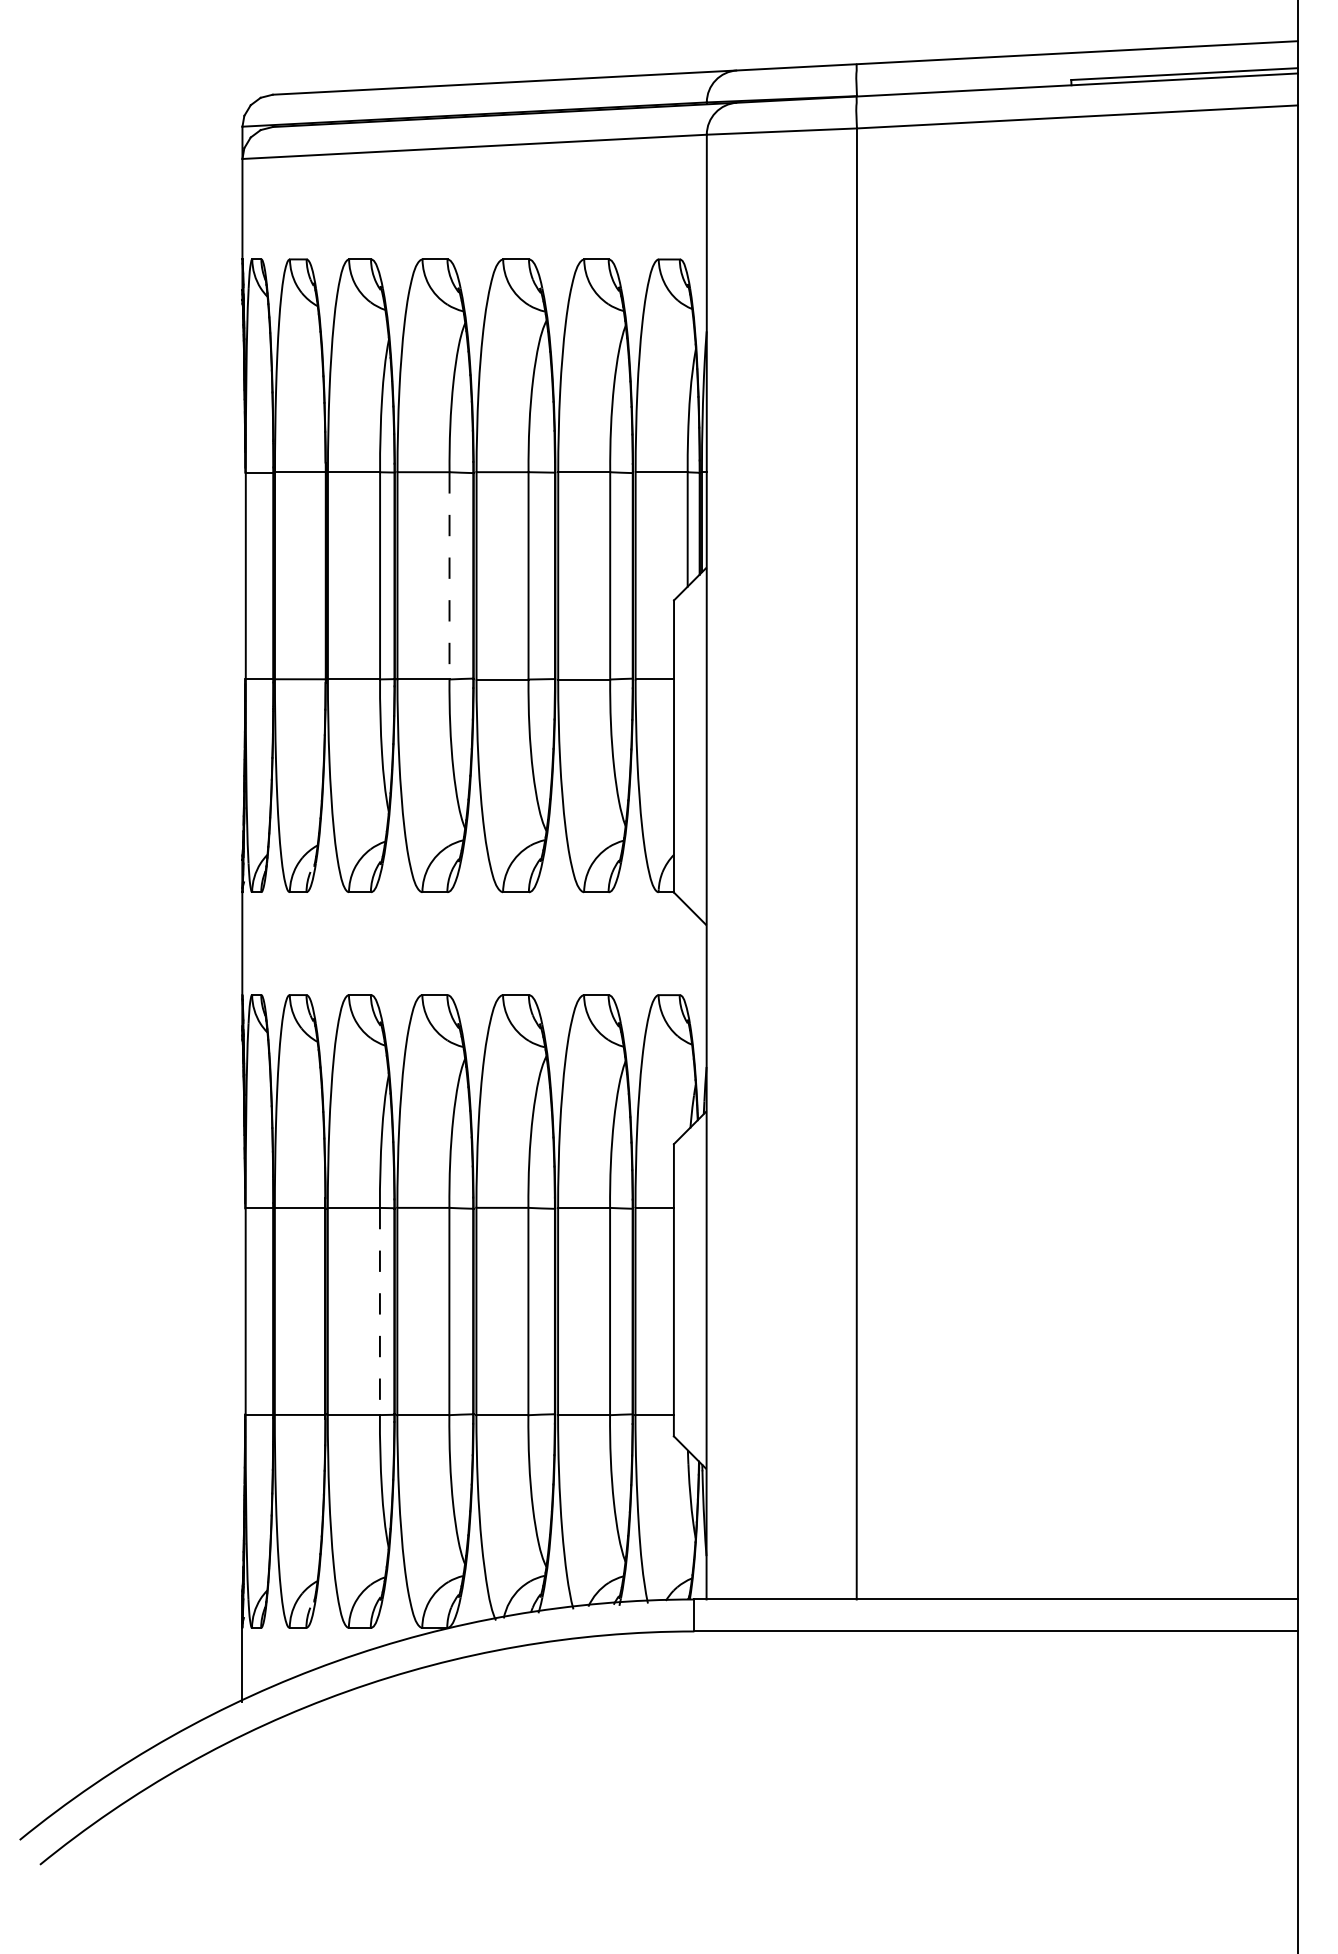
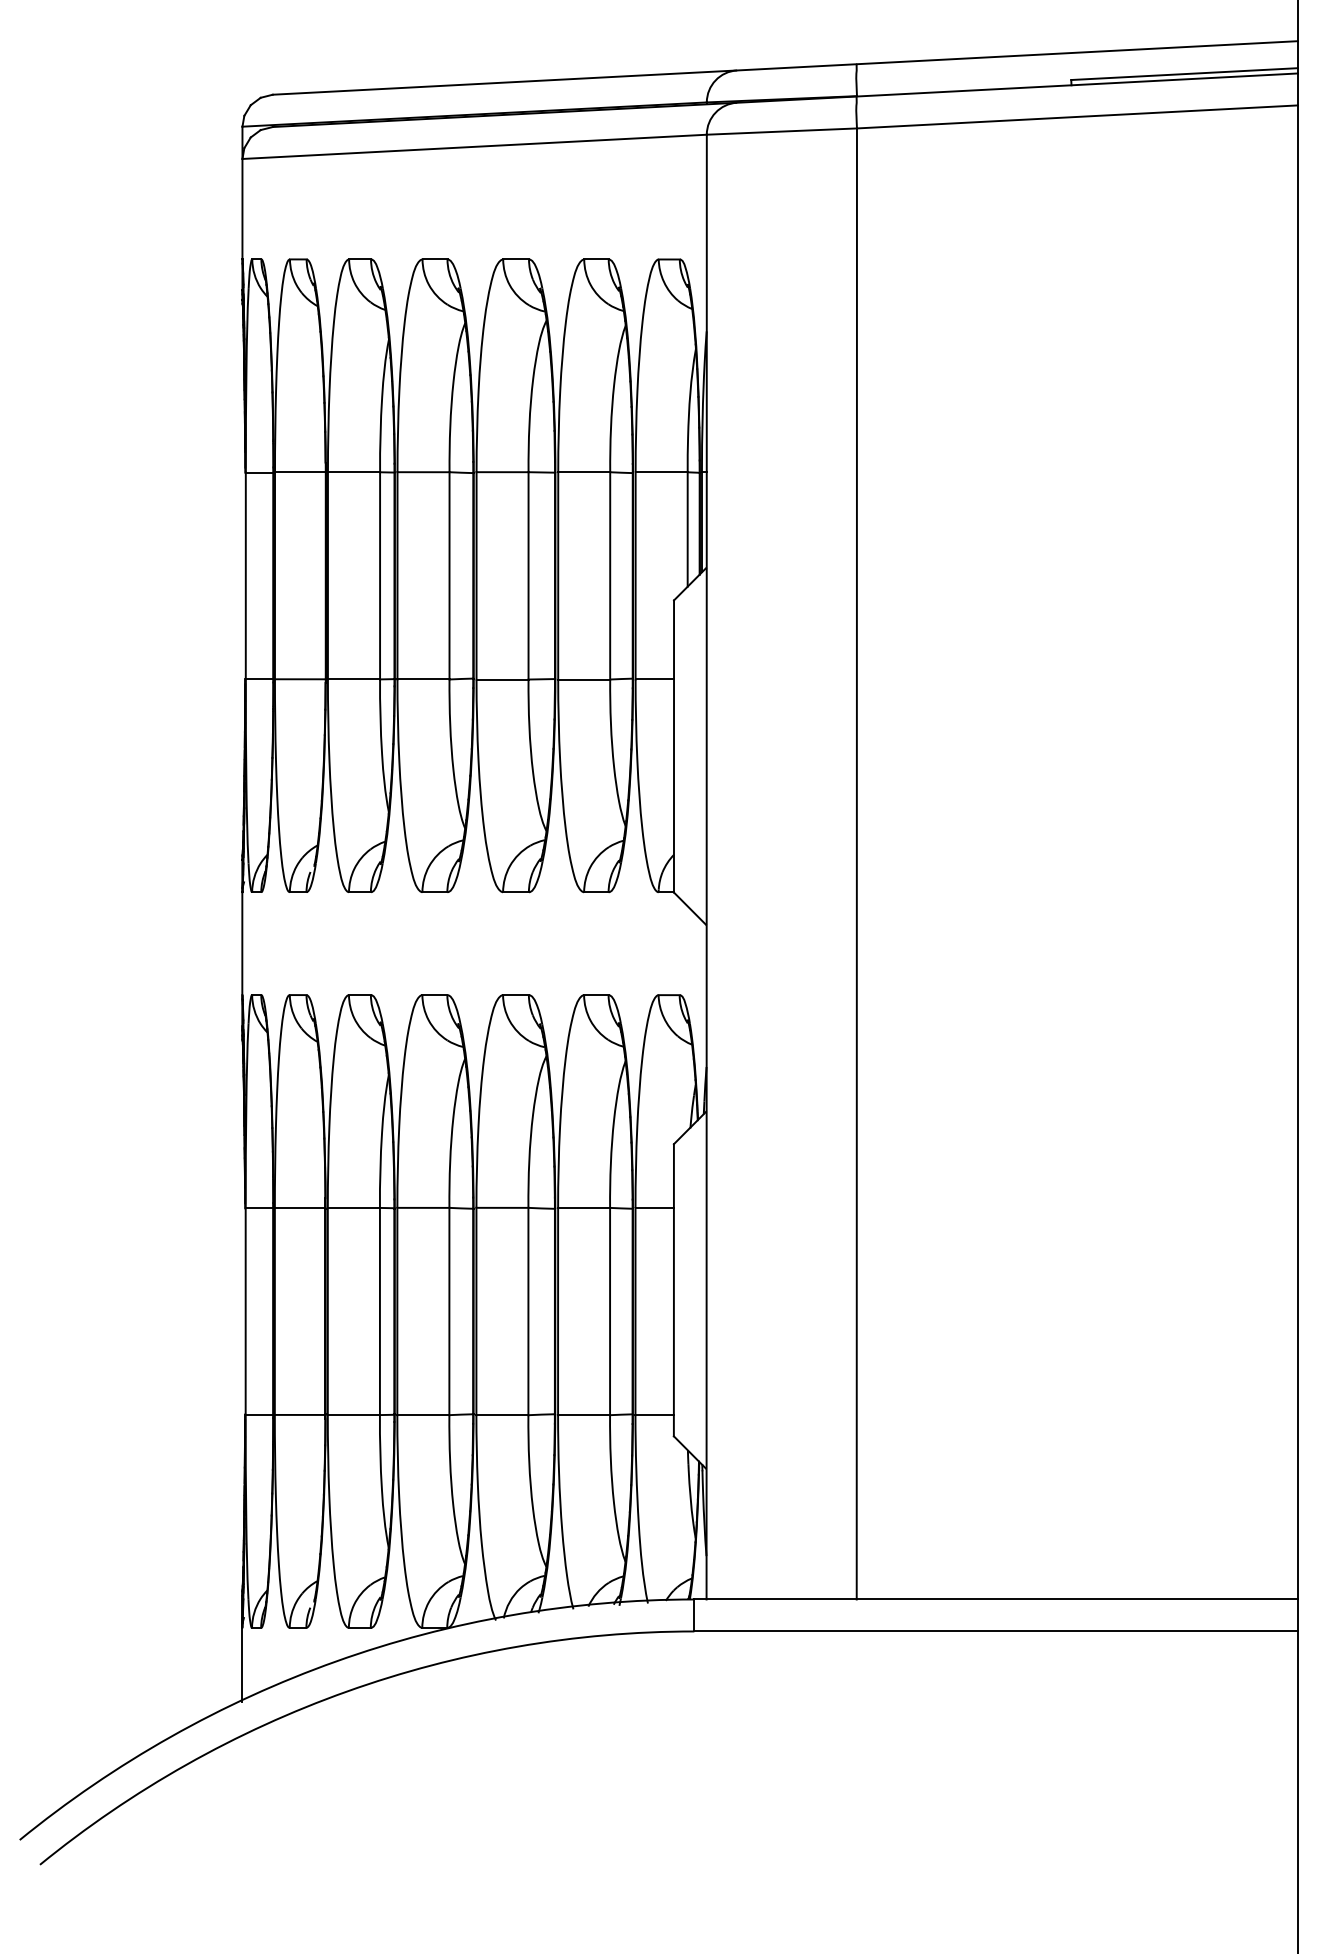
line at (449, 575): dashed -> solid
line at (379, 1311): dashed -> solid
